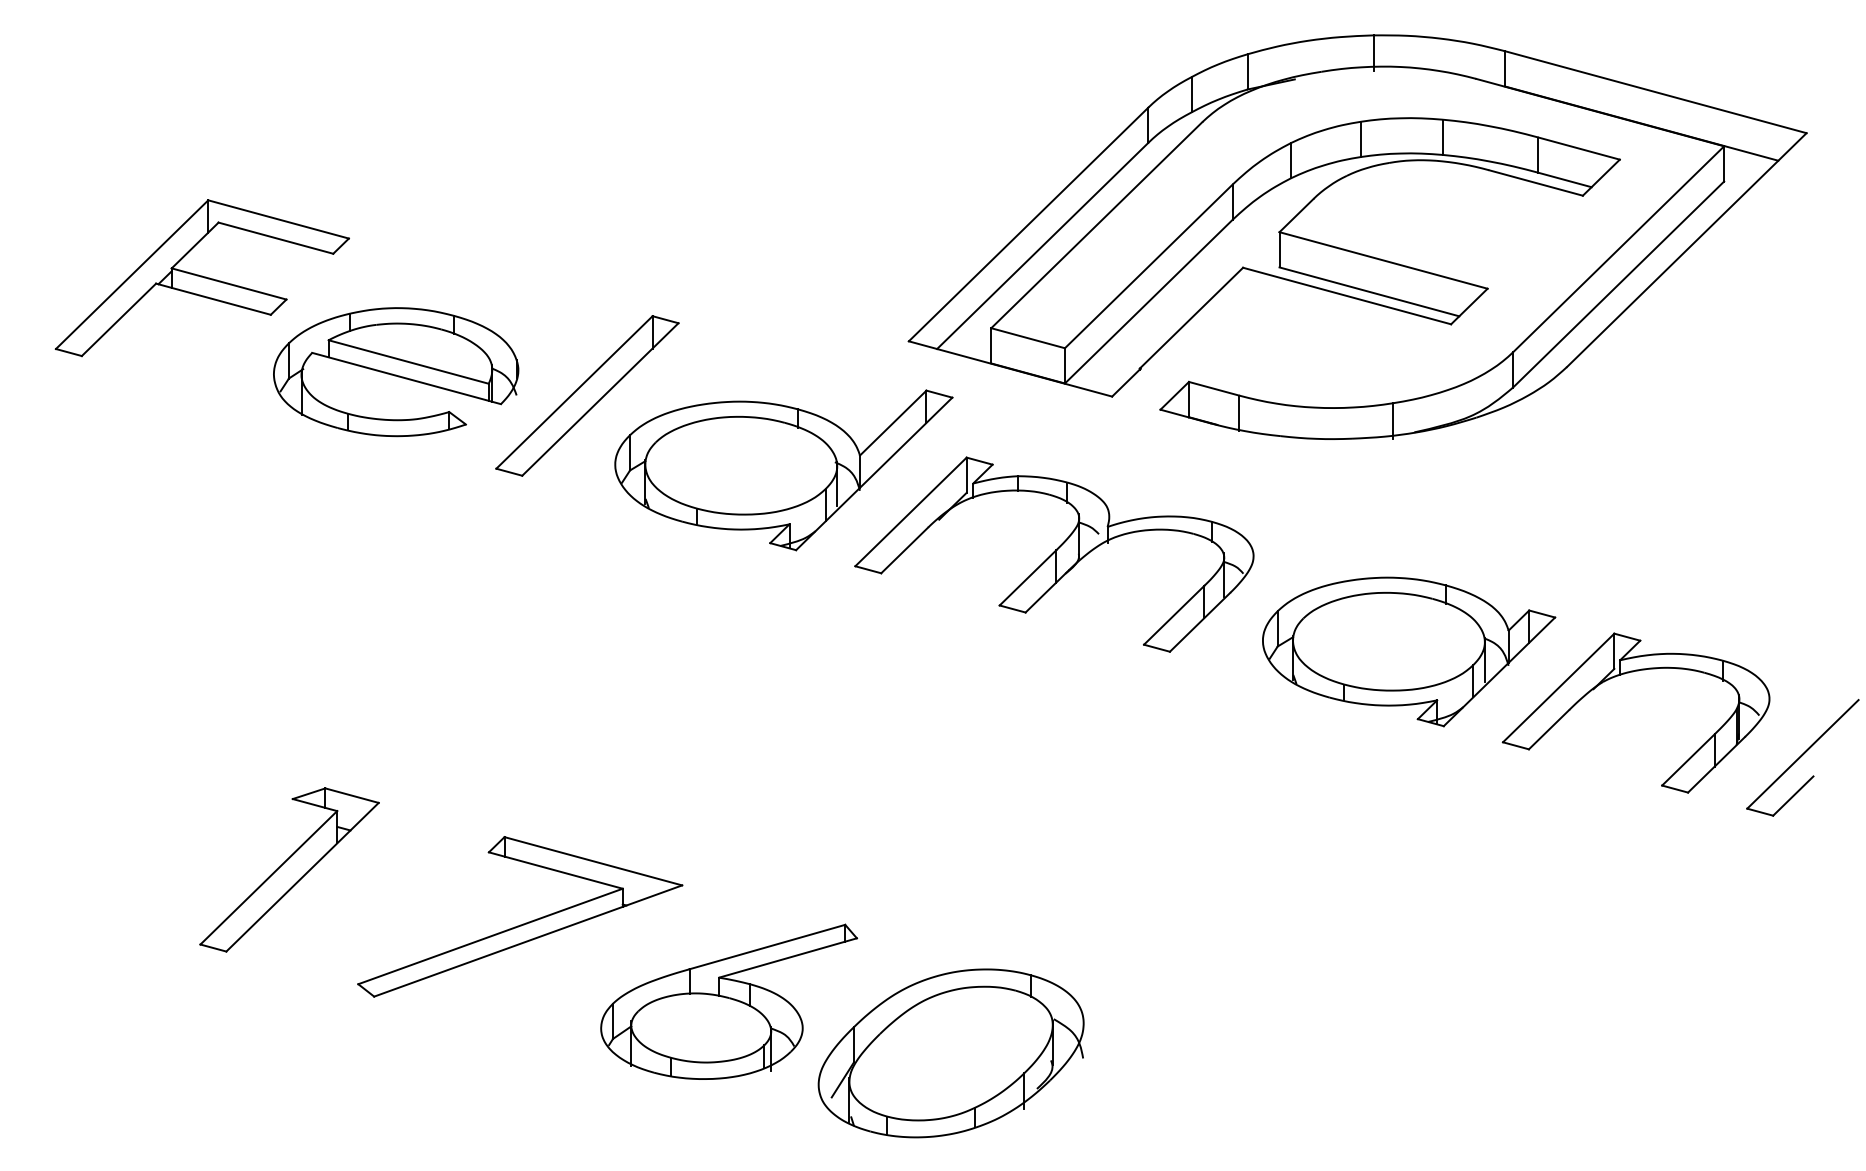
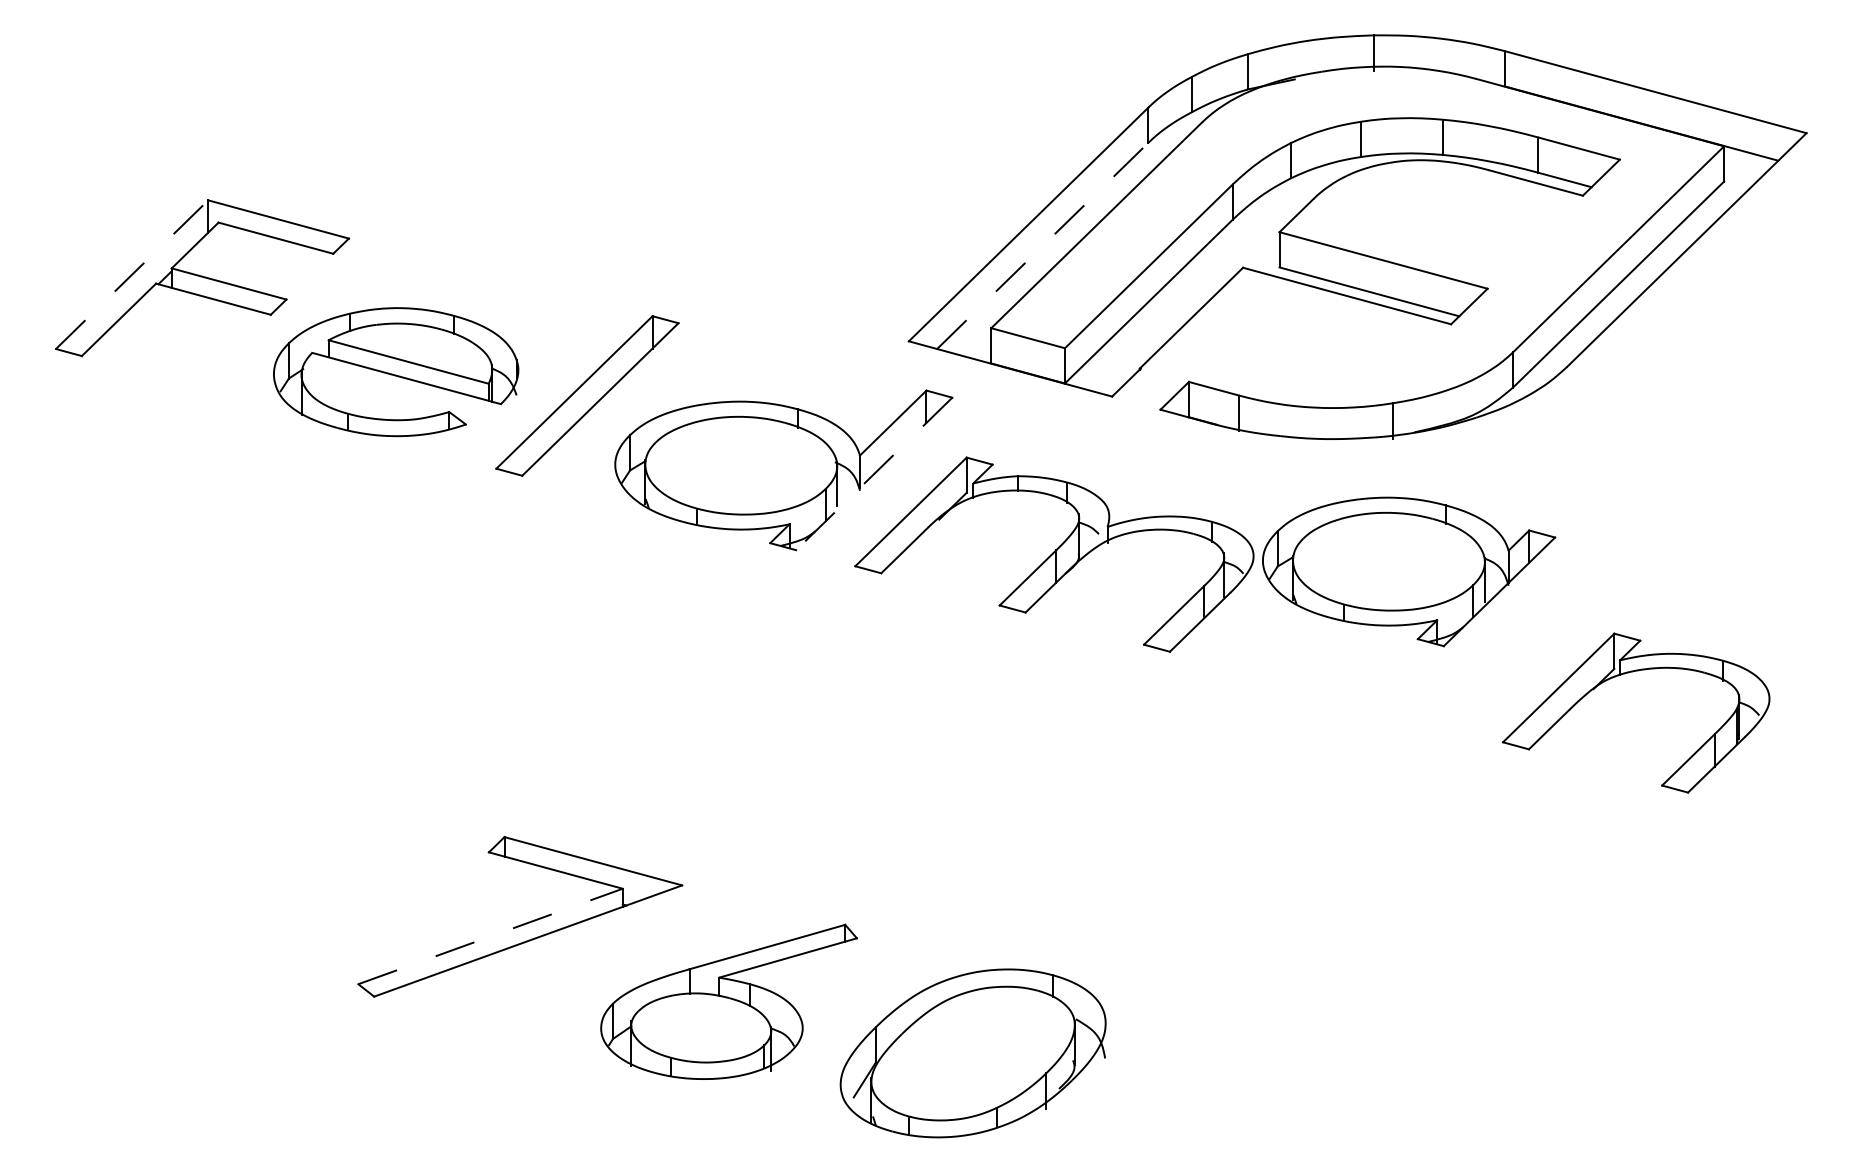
line at (1042, 245): solid -> dashed
line at (132, 274): solid -> dashed
line at (873, 474): solid -> dashed
part at (1409, 651) position: (1409, 651) -> (1409, 571)
part at (1802, 757): present -> none
part at (289, 869): present -> none
line at (490, 936): solid -> dashed
part at (950, 1053) position: (950, 1053) -> (972, 1053)
